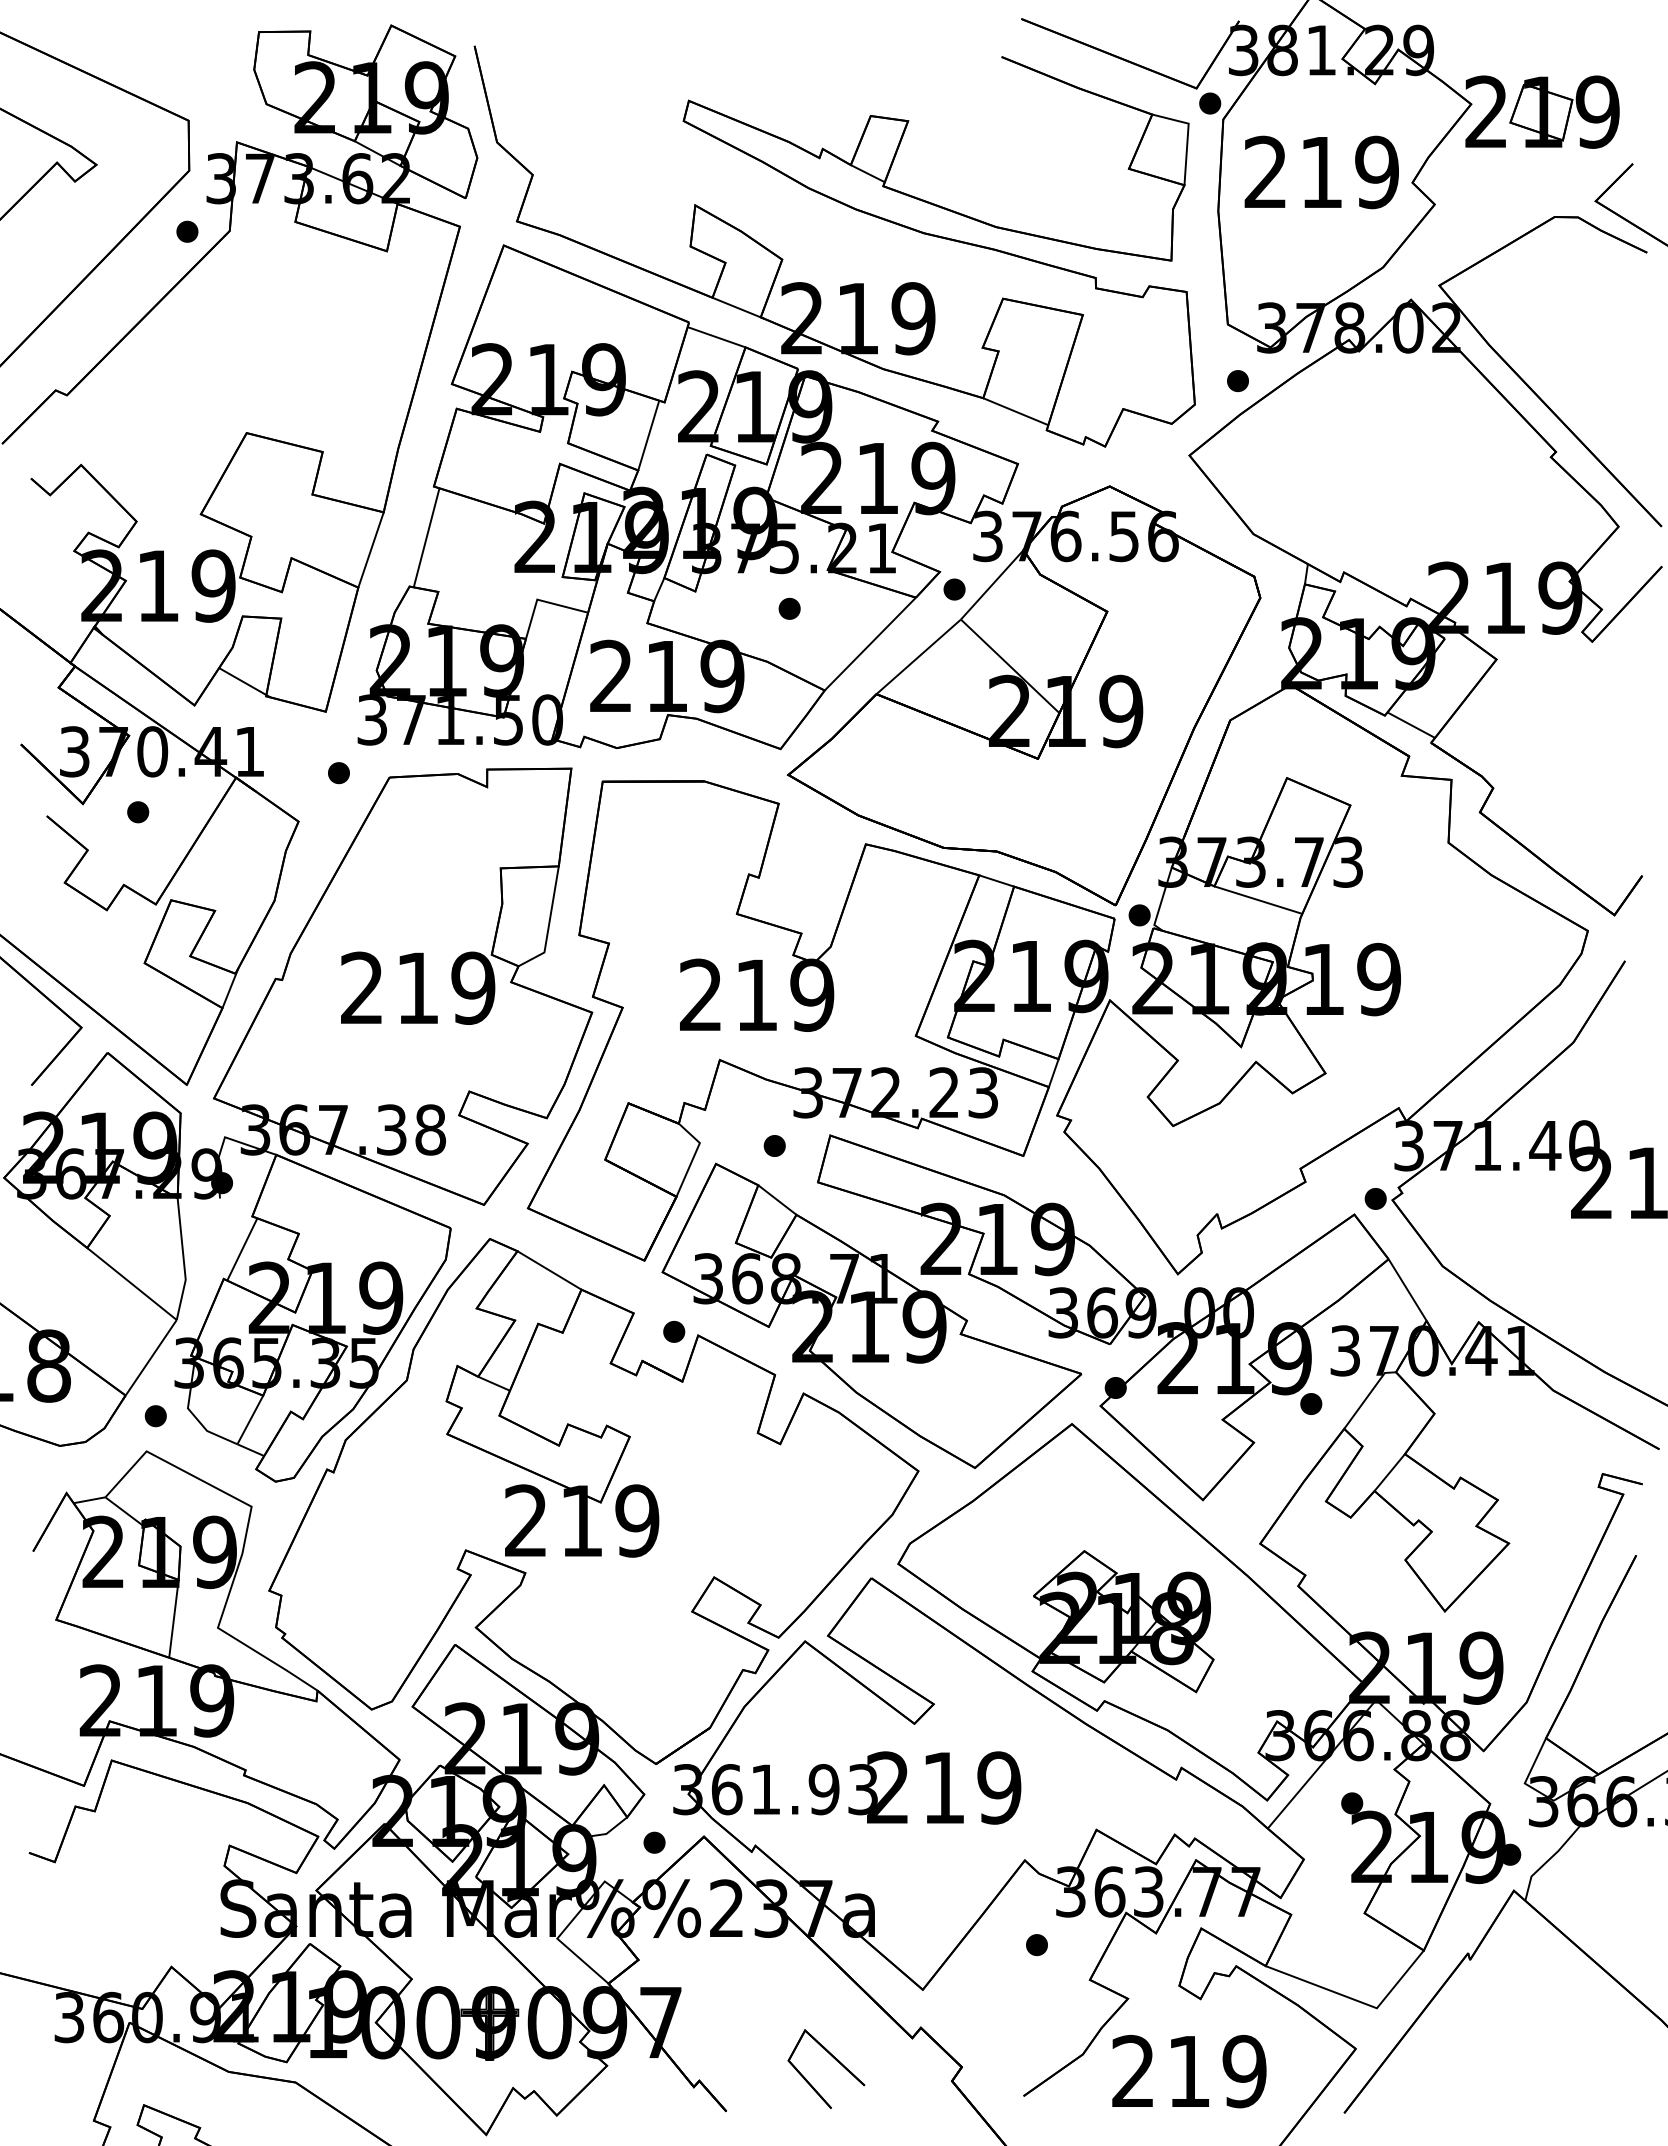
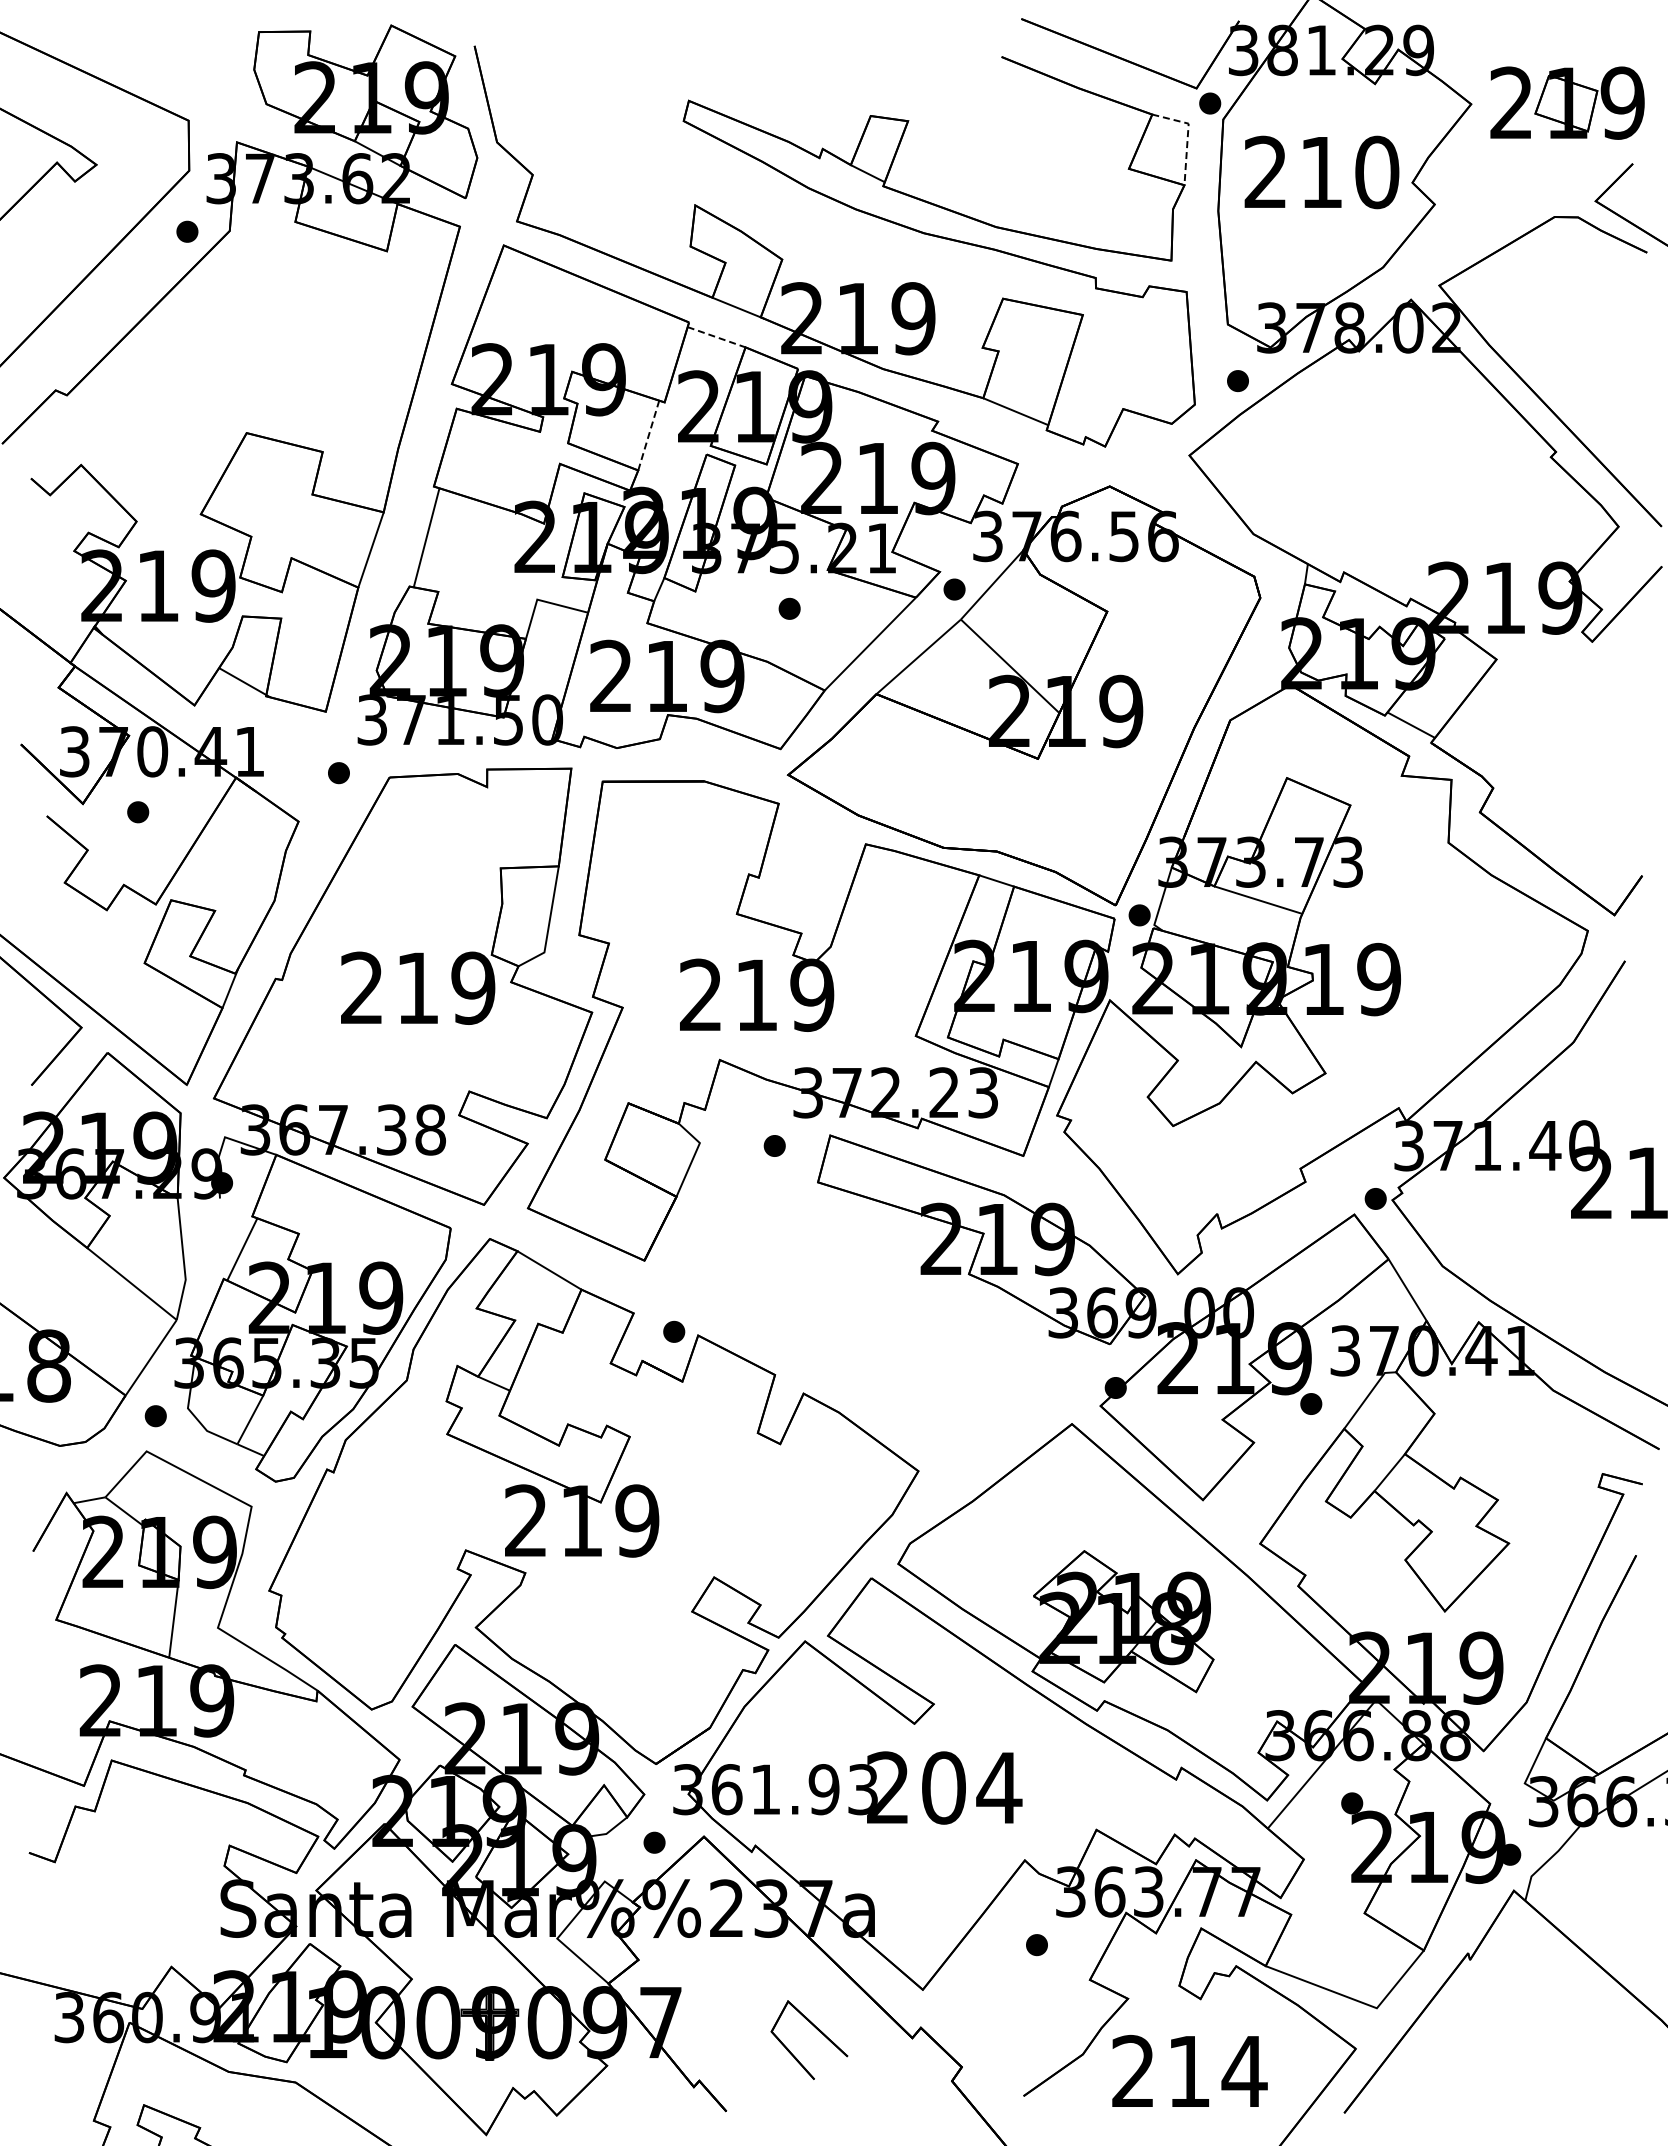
part at (1542, 111) position: (1542, 111) -> (1567, 102)
line at (1187, 135): solid -> dashed
text at (1377, 172): 219 -> 210
line at (716, 337): solid -> dashed
line at (648, 435): solid -> dashed
part at (871, 1315): present -> none
text at (972, 1787): 219 -> 204
part at (834, 2059) position: (834, 2059) -> (817, 2030)
text at (1244, 2071): 219 -> 214
